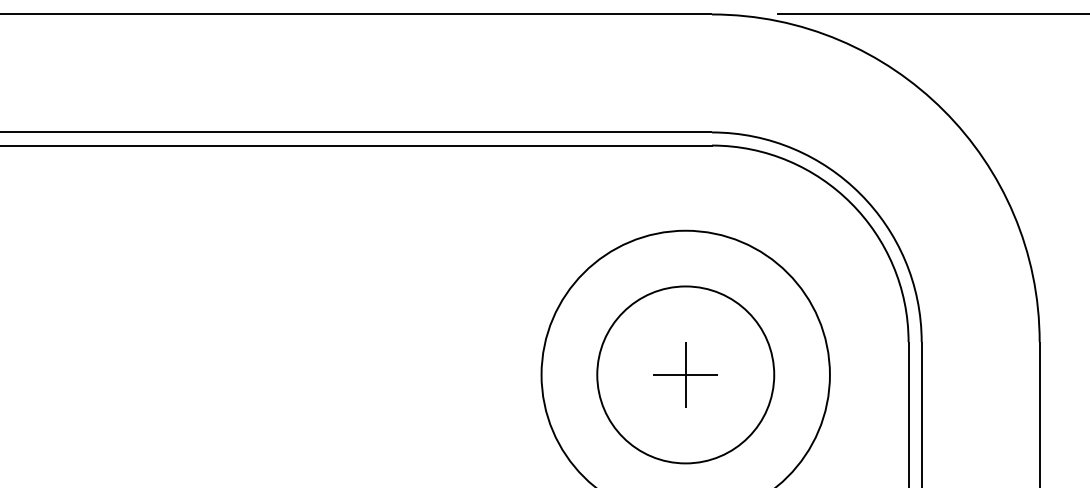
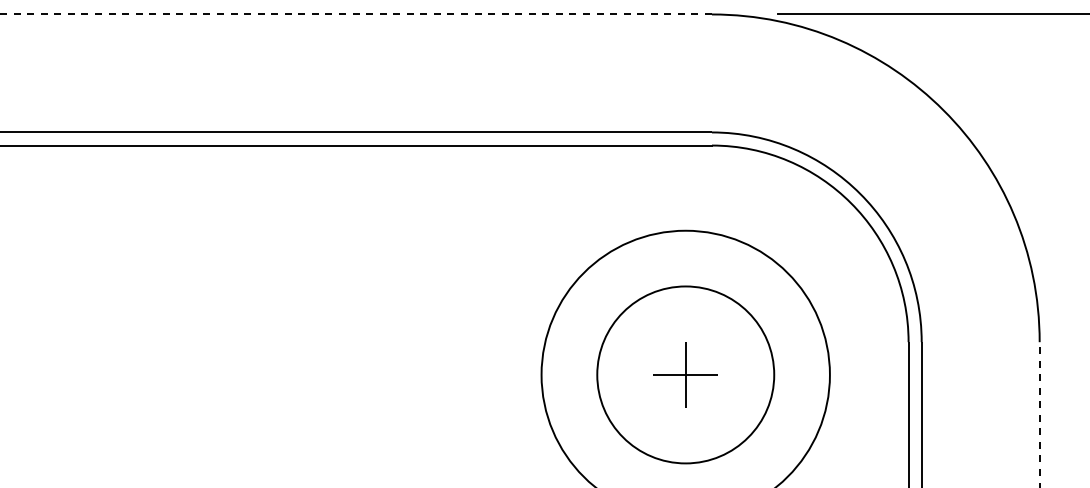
line at (356, 14): solid -> dashed
line at (1039, 414): solid -> dashed
